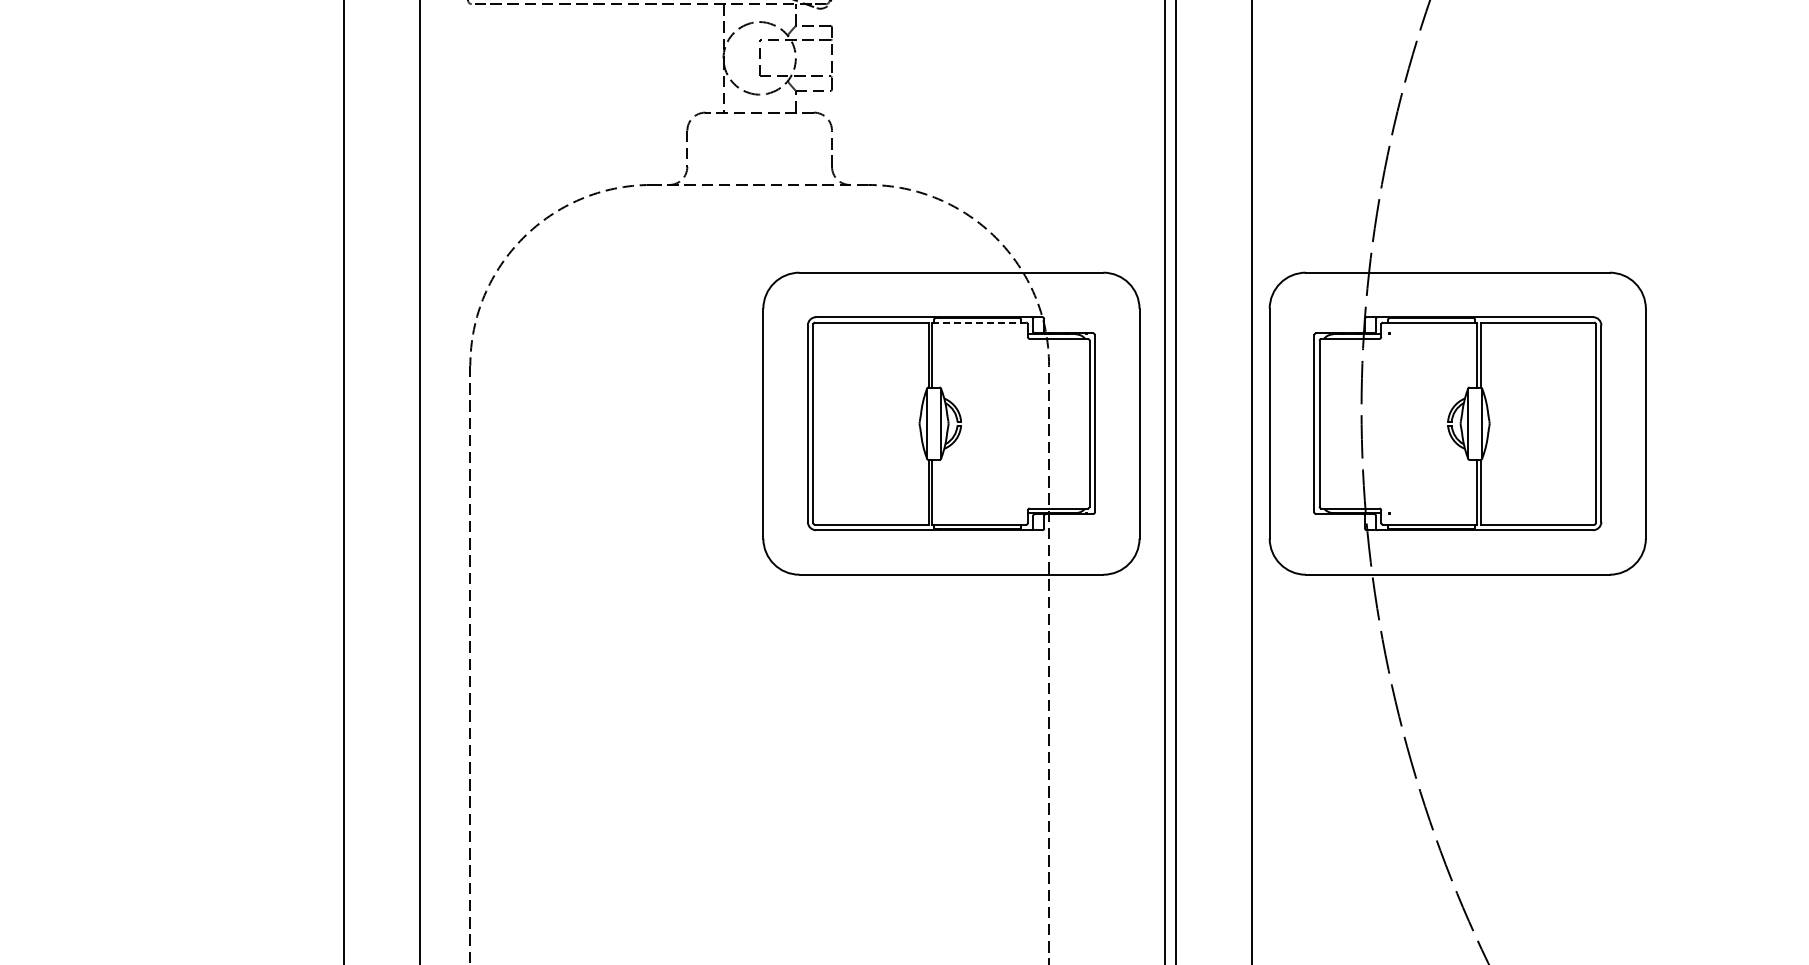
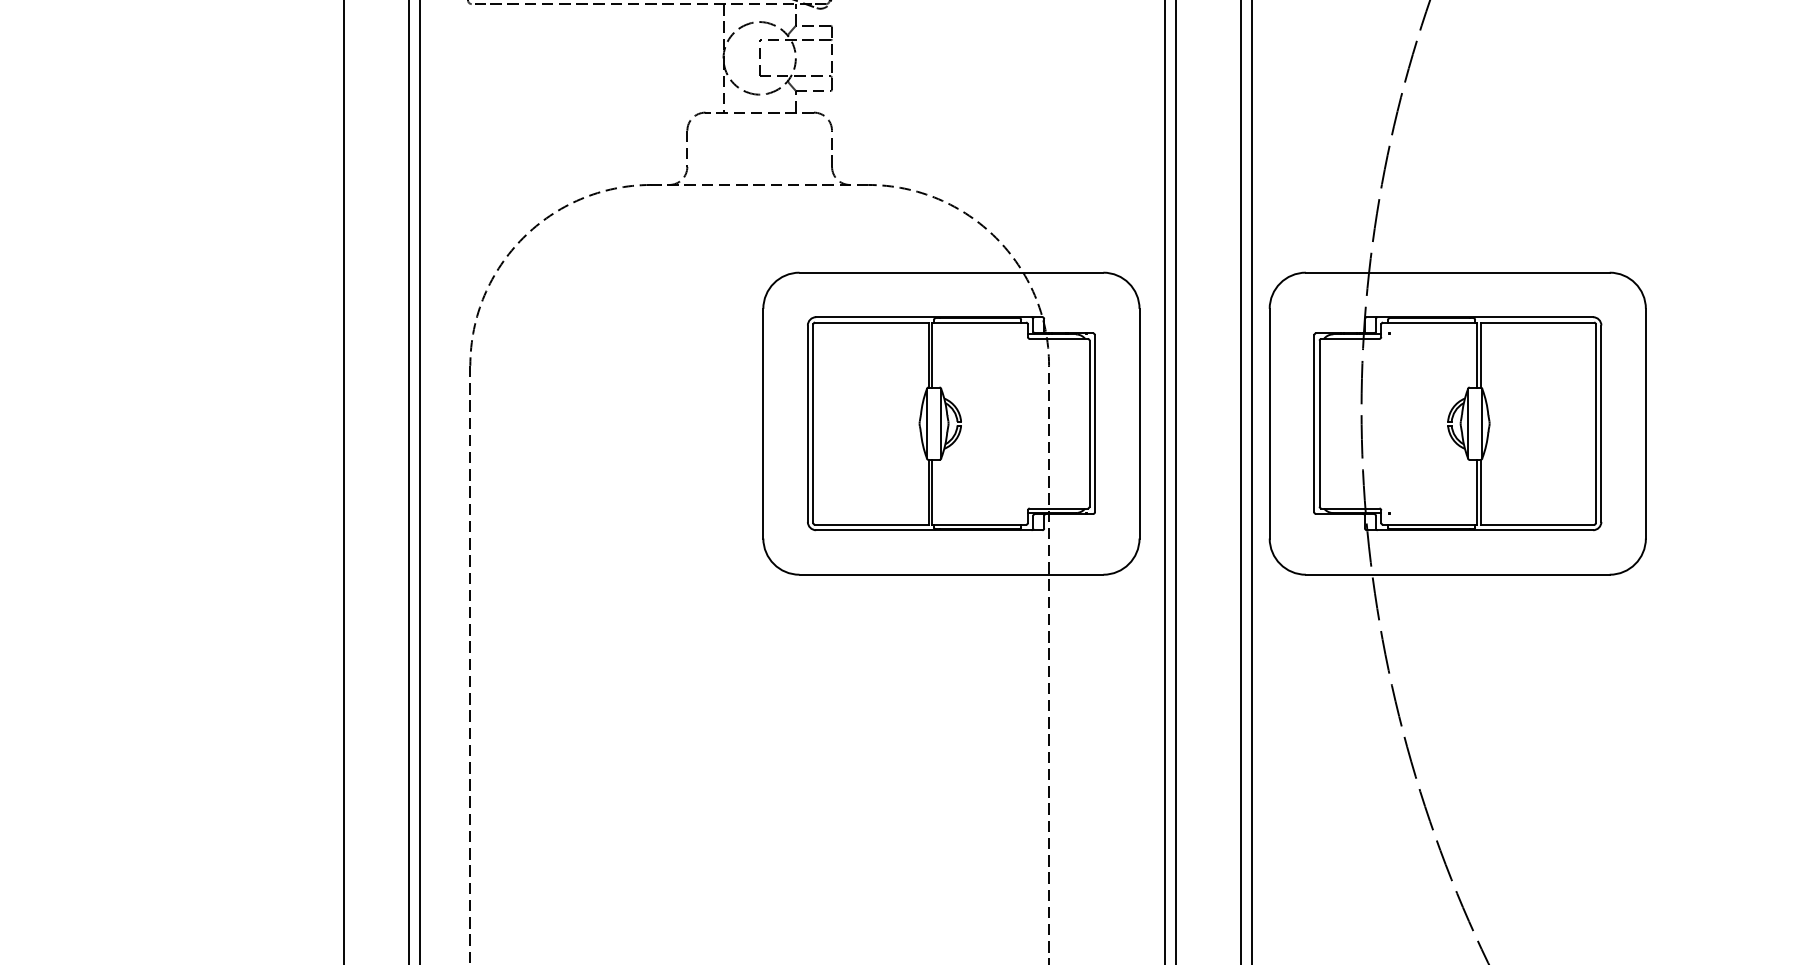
line at (979, 322): dashed -> solid
line at (408, 481): none -> present
line at (1240, 481): none -> present
